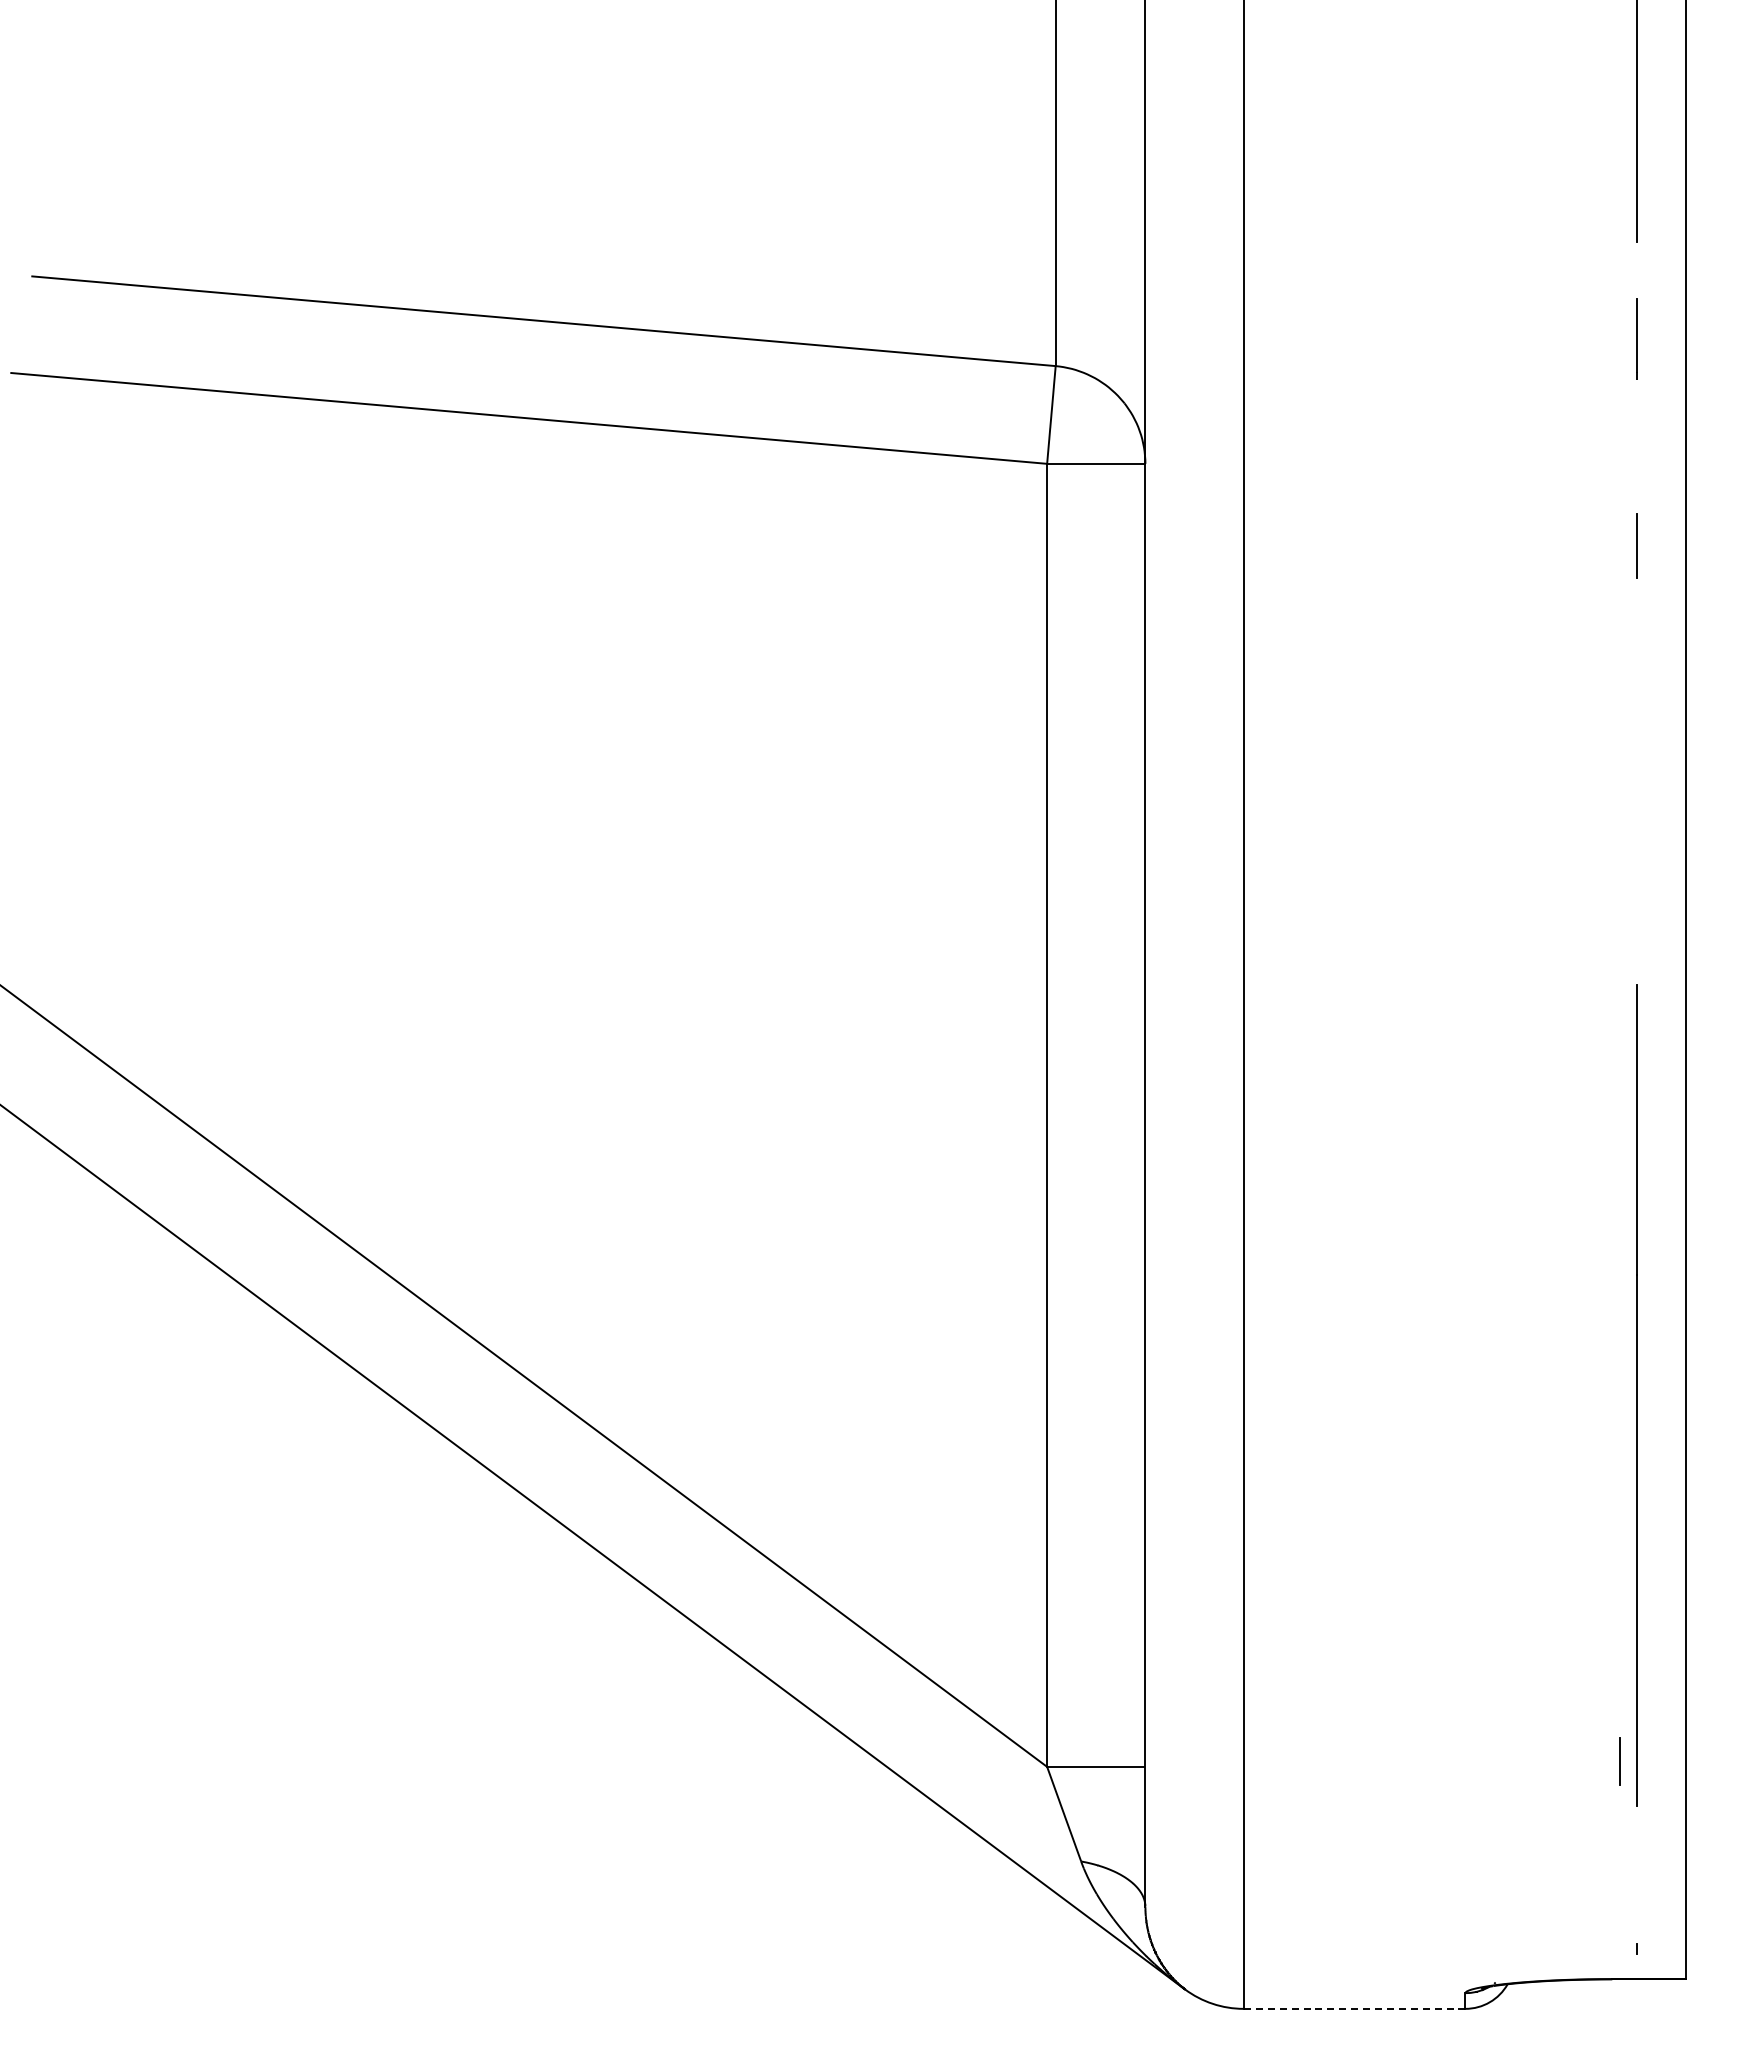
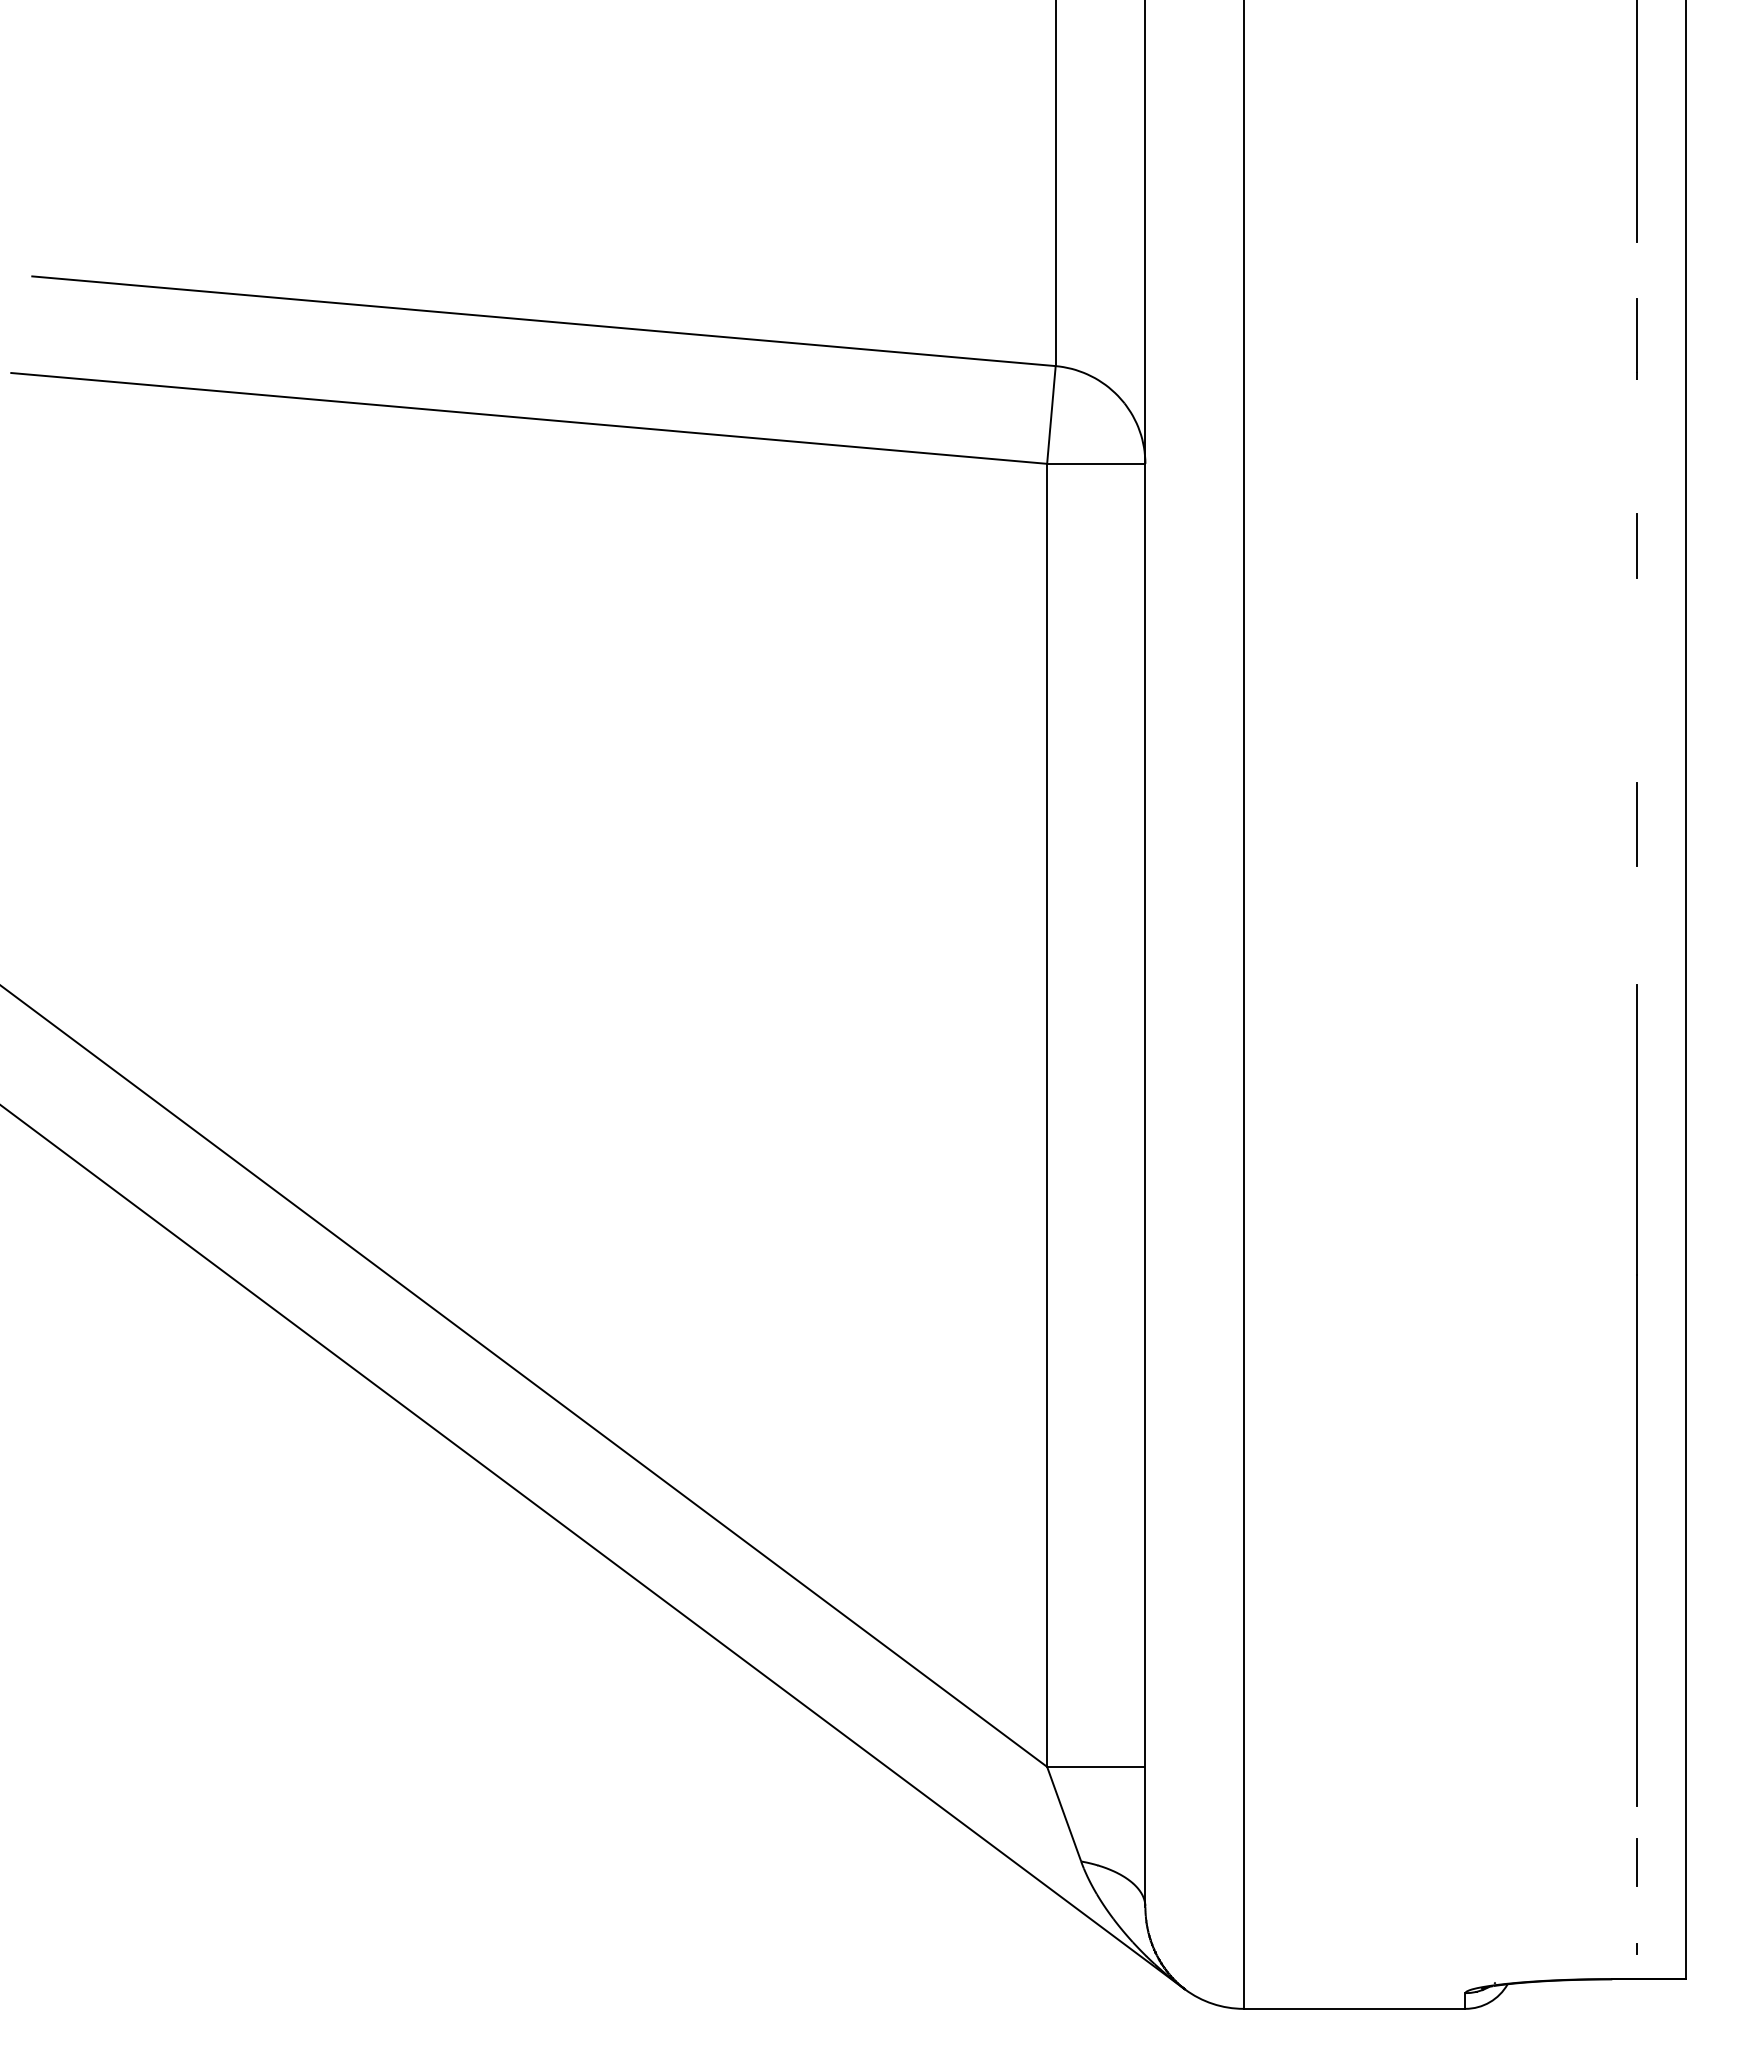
line at (1636, 824): none -> present
line at (1619, 1761) position: (1619, 1761) -> (1636, 1862)
line at (1354, 2008): dashed -> solid
